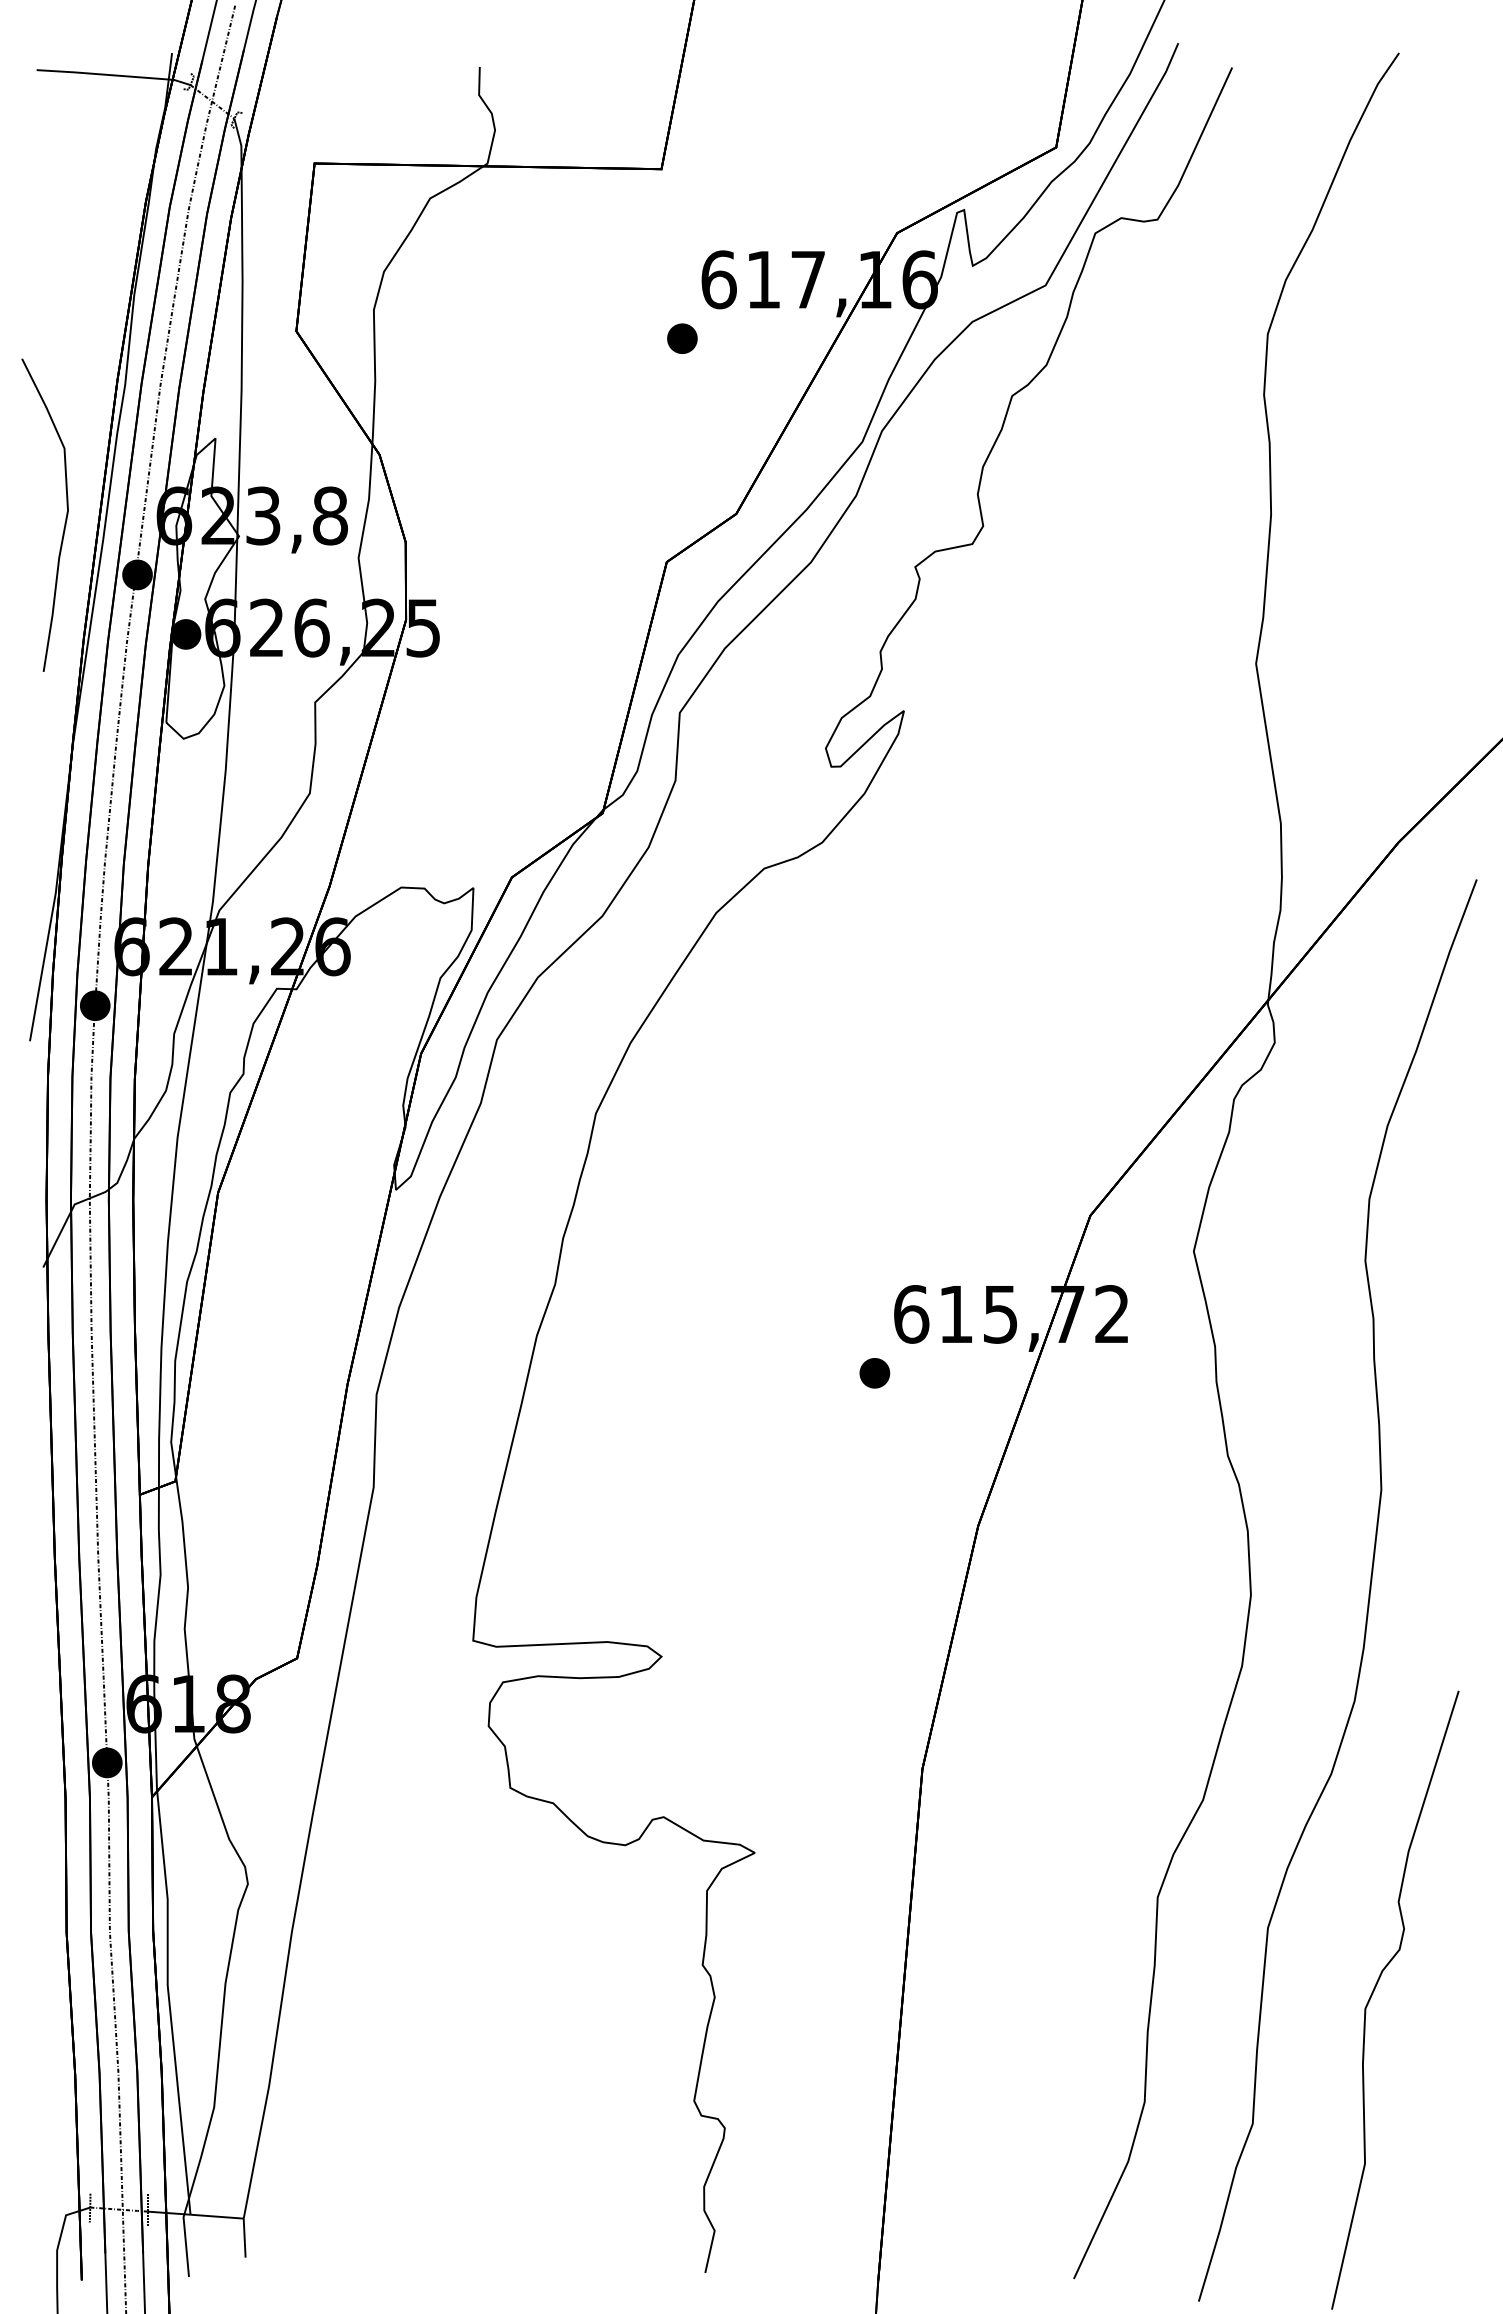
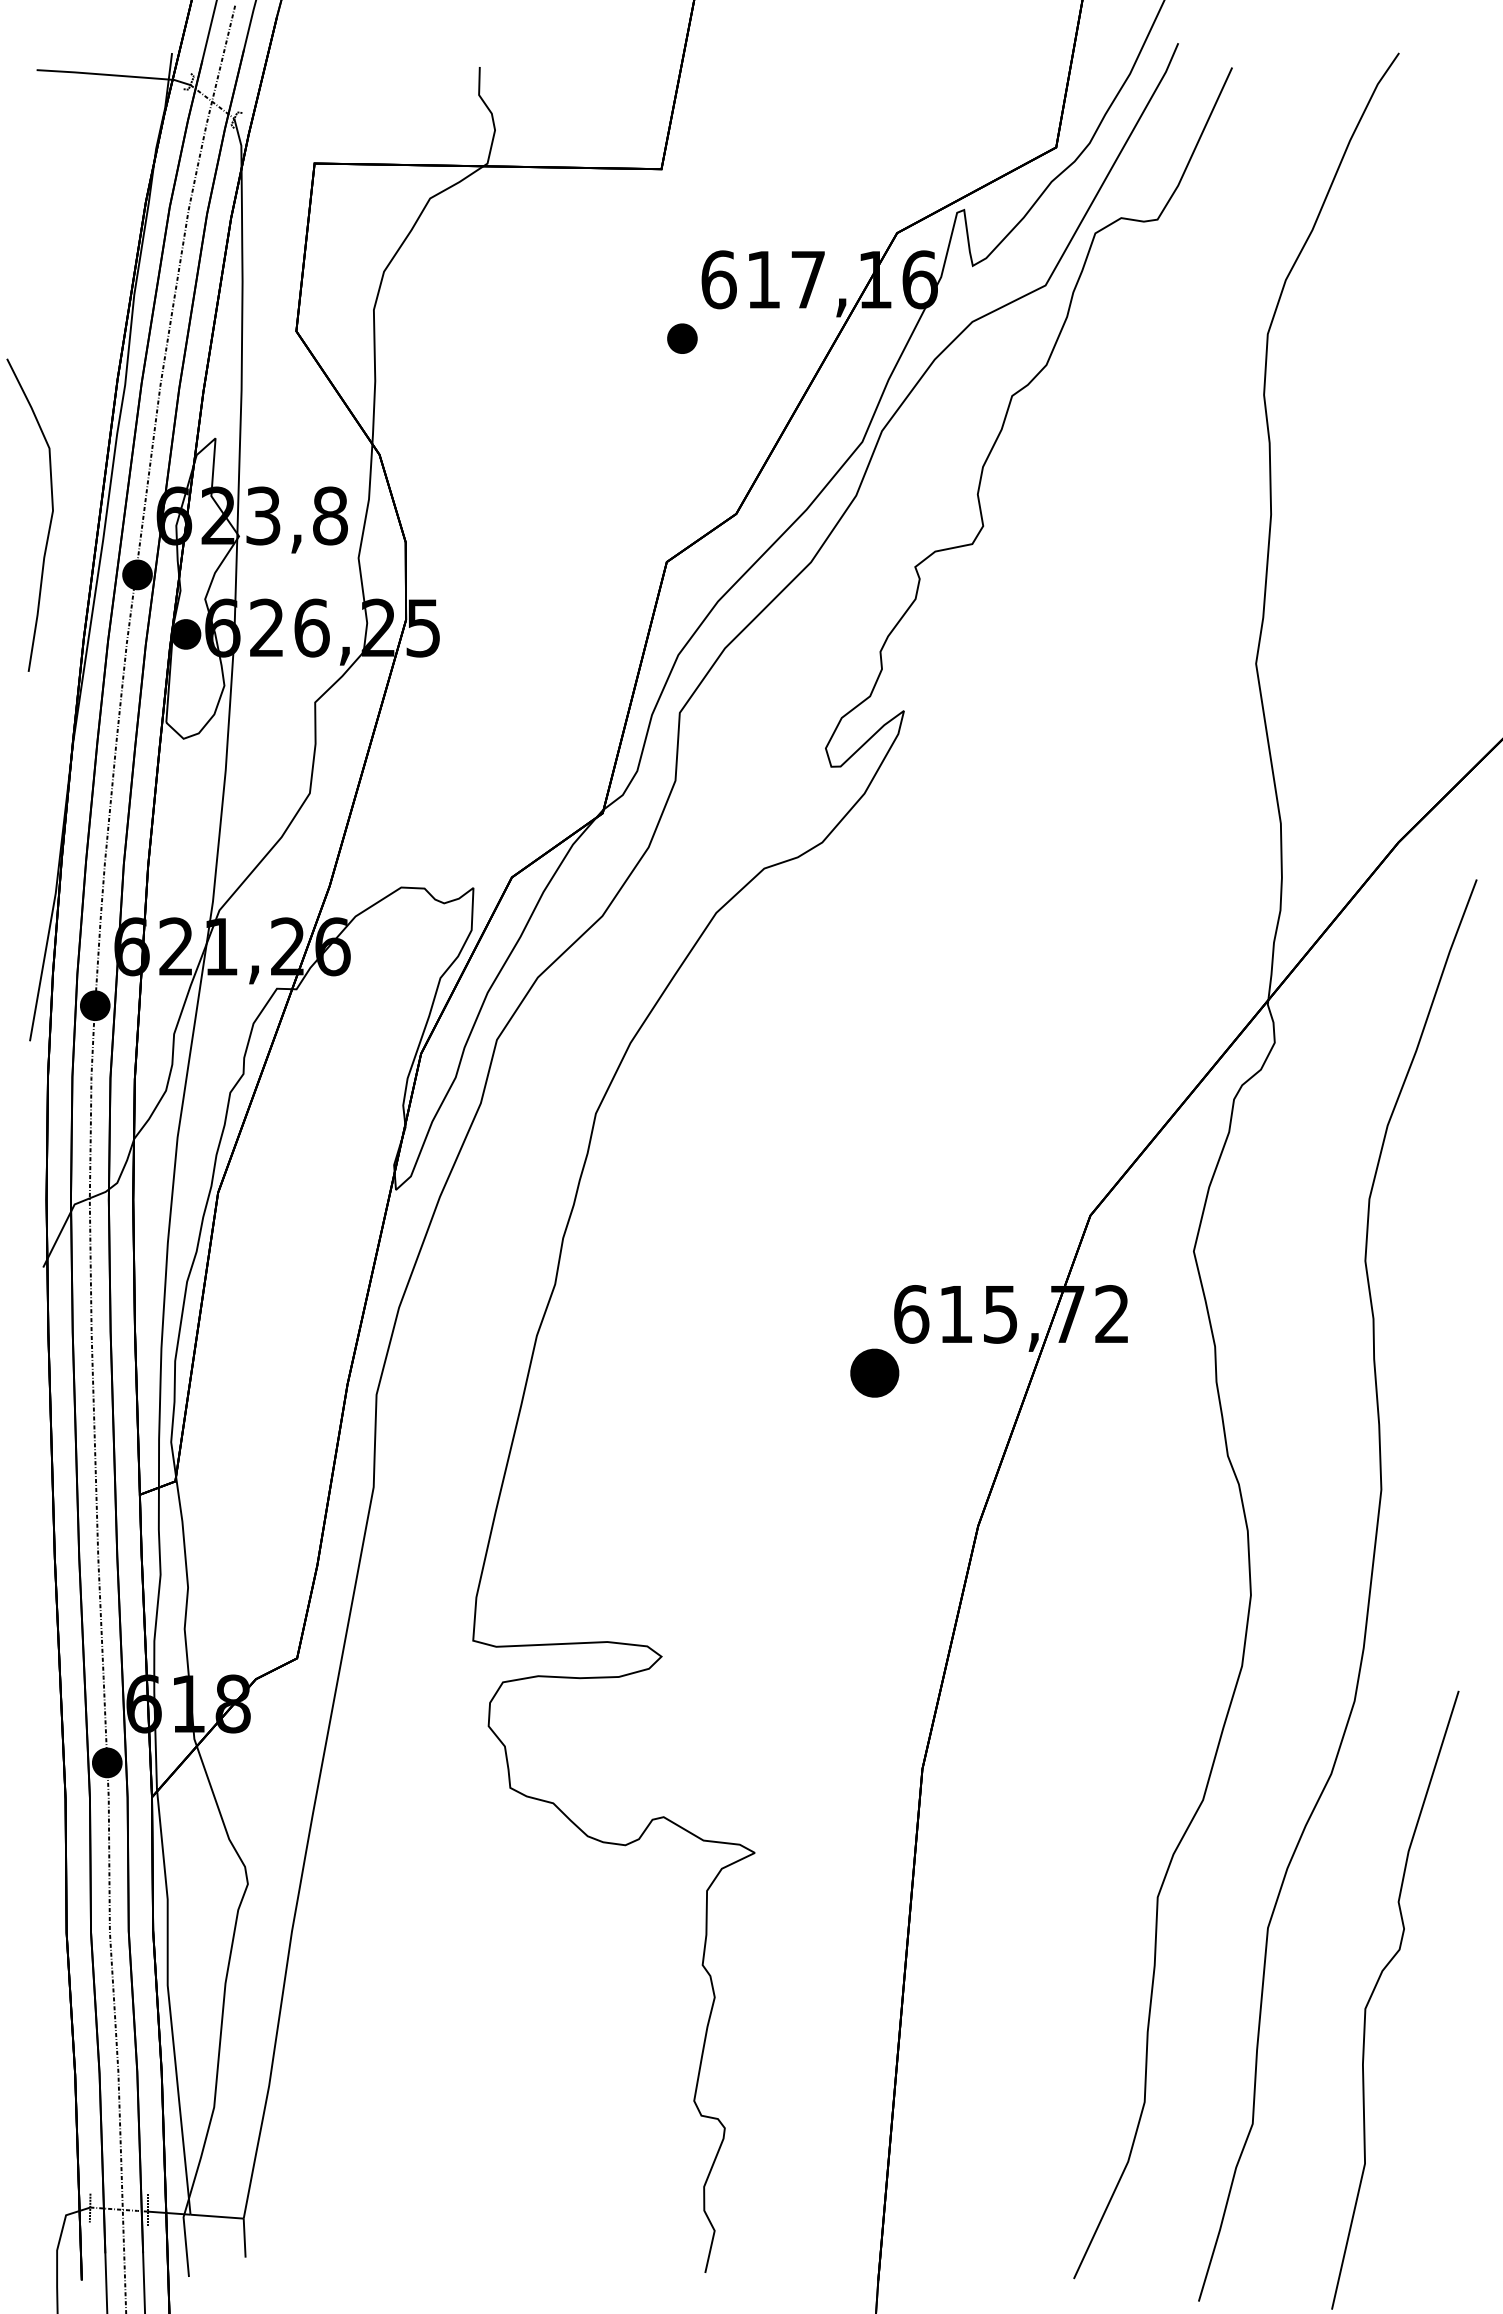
curve at (65, 517) position: (65, 517) -> (50, 517)
part at (874, 1373) size: 32x31 px -> 50x50 px
